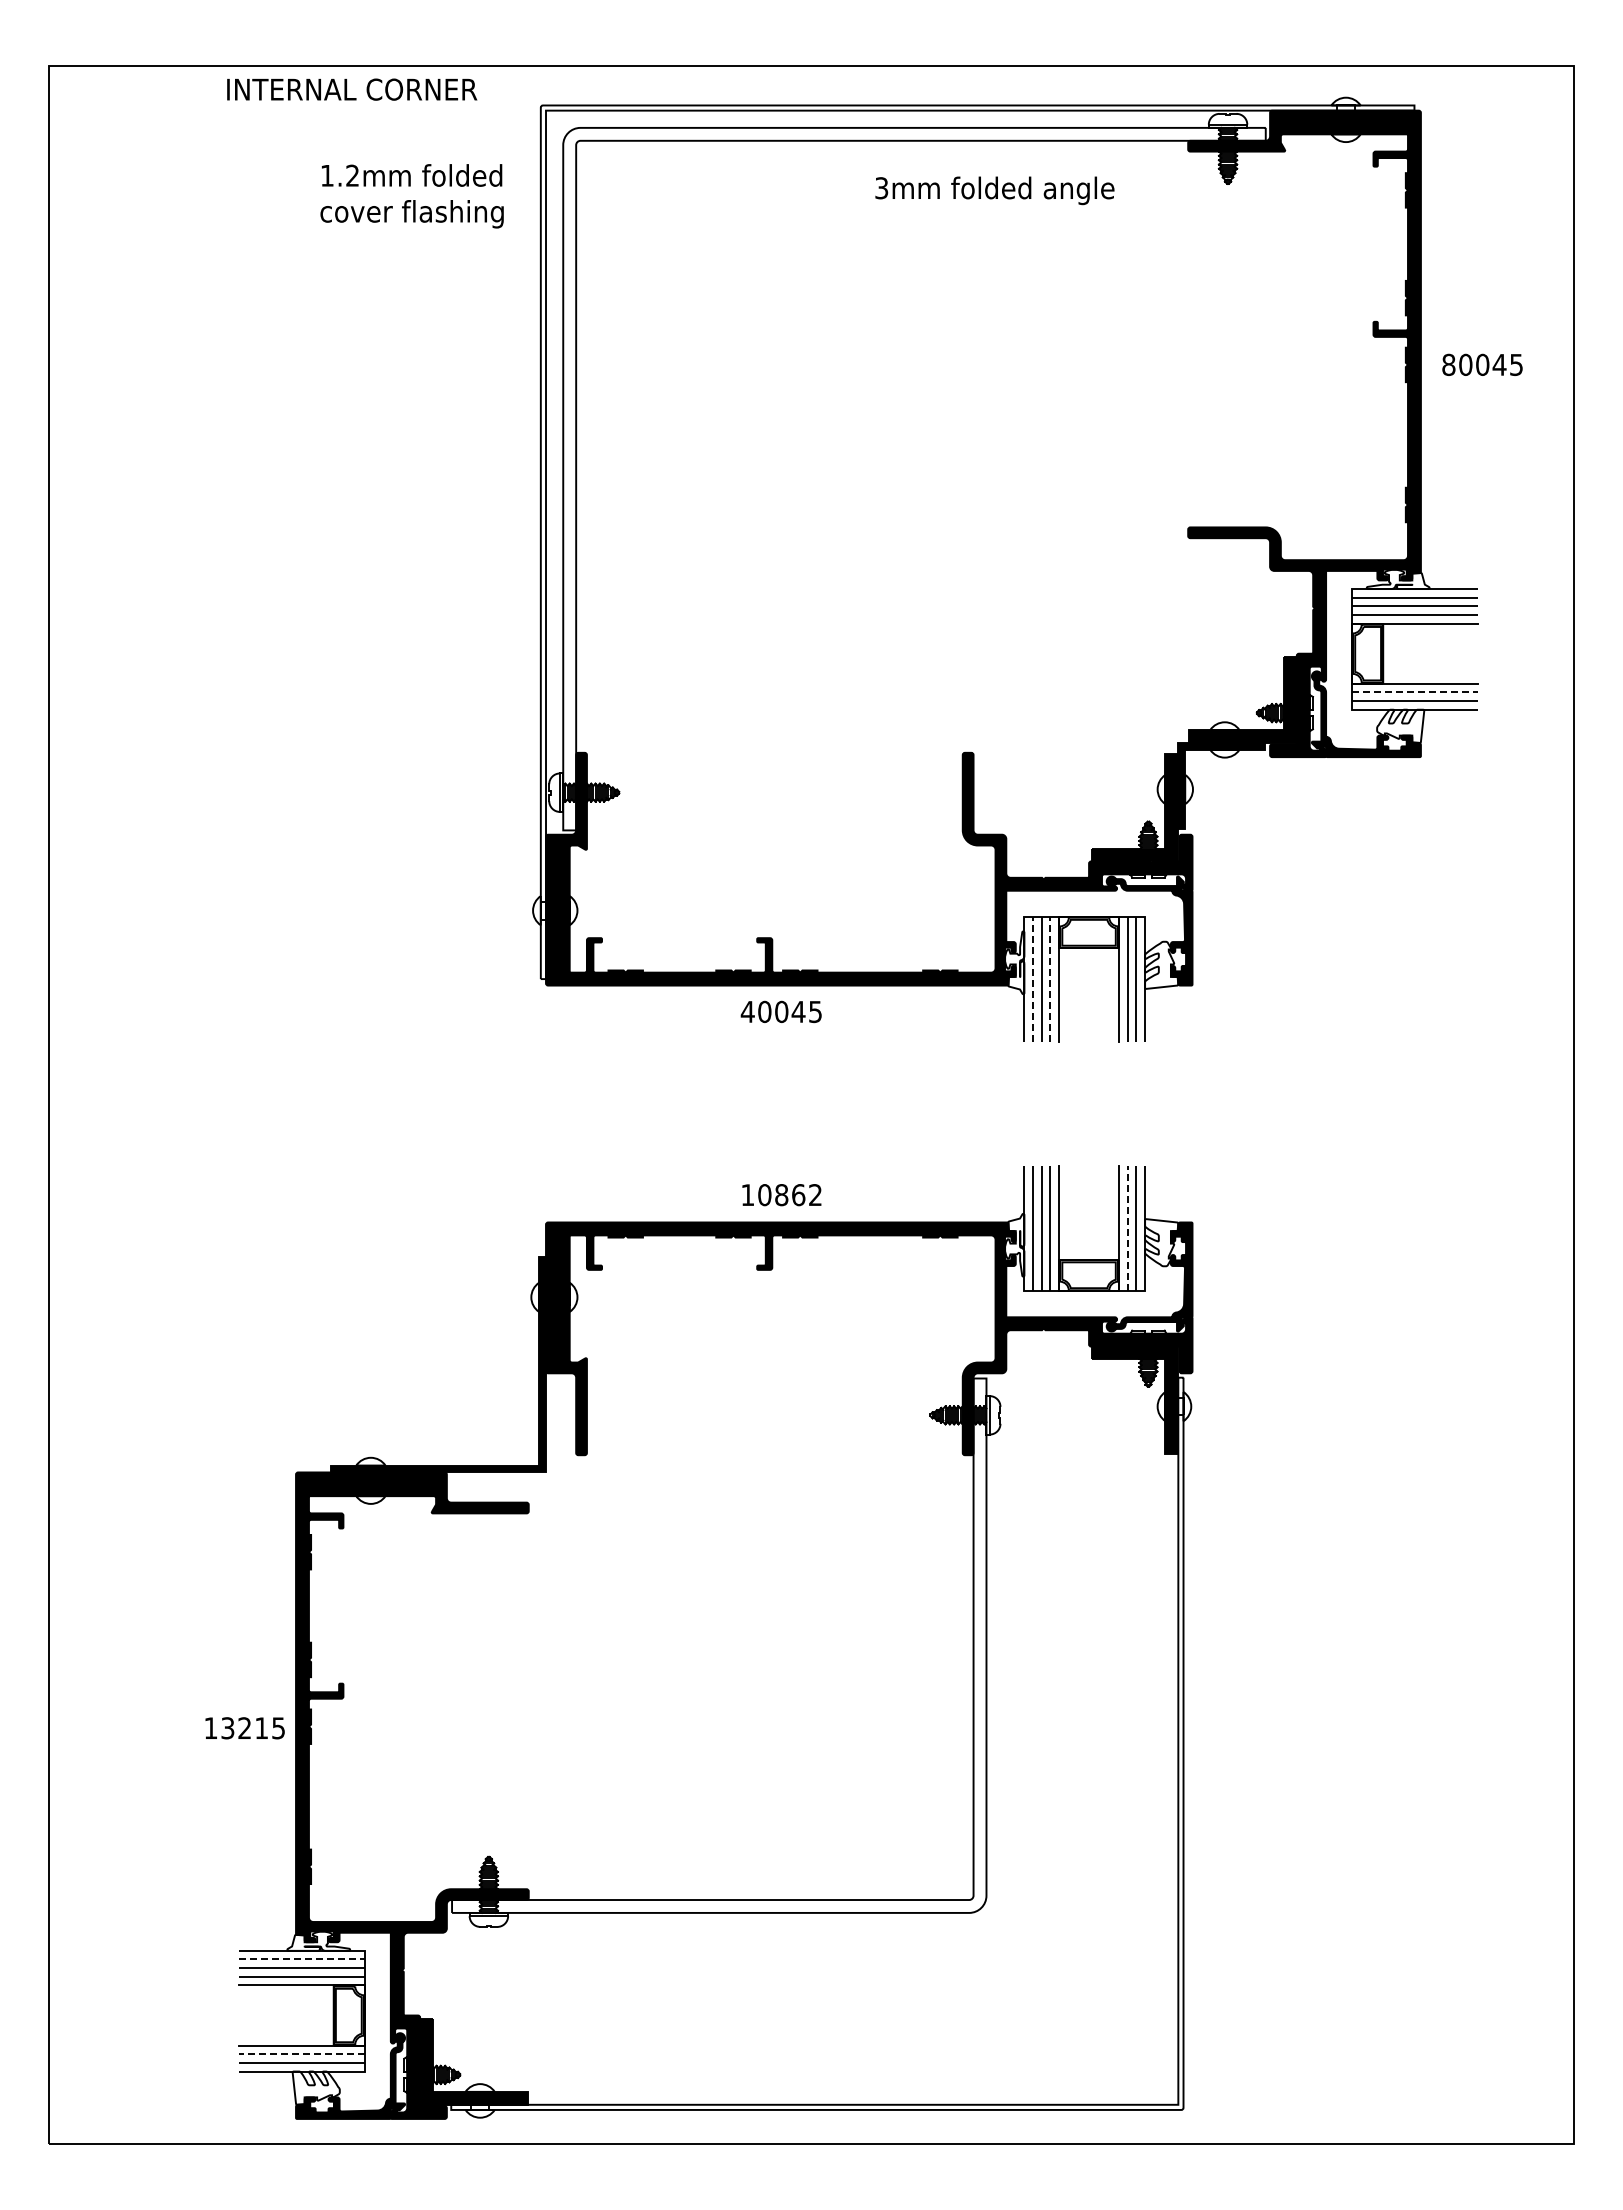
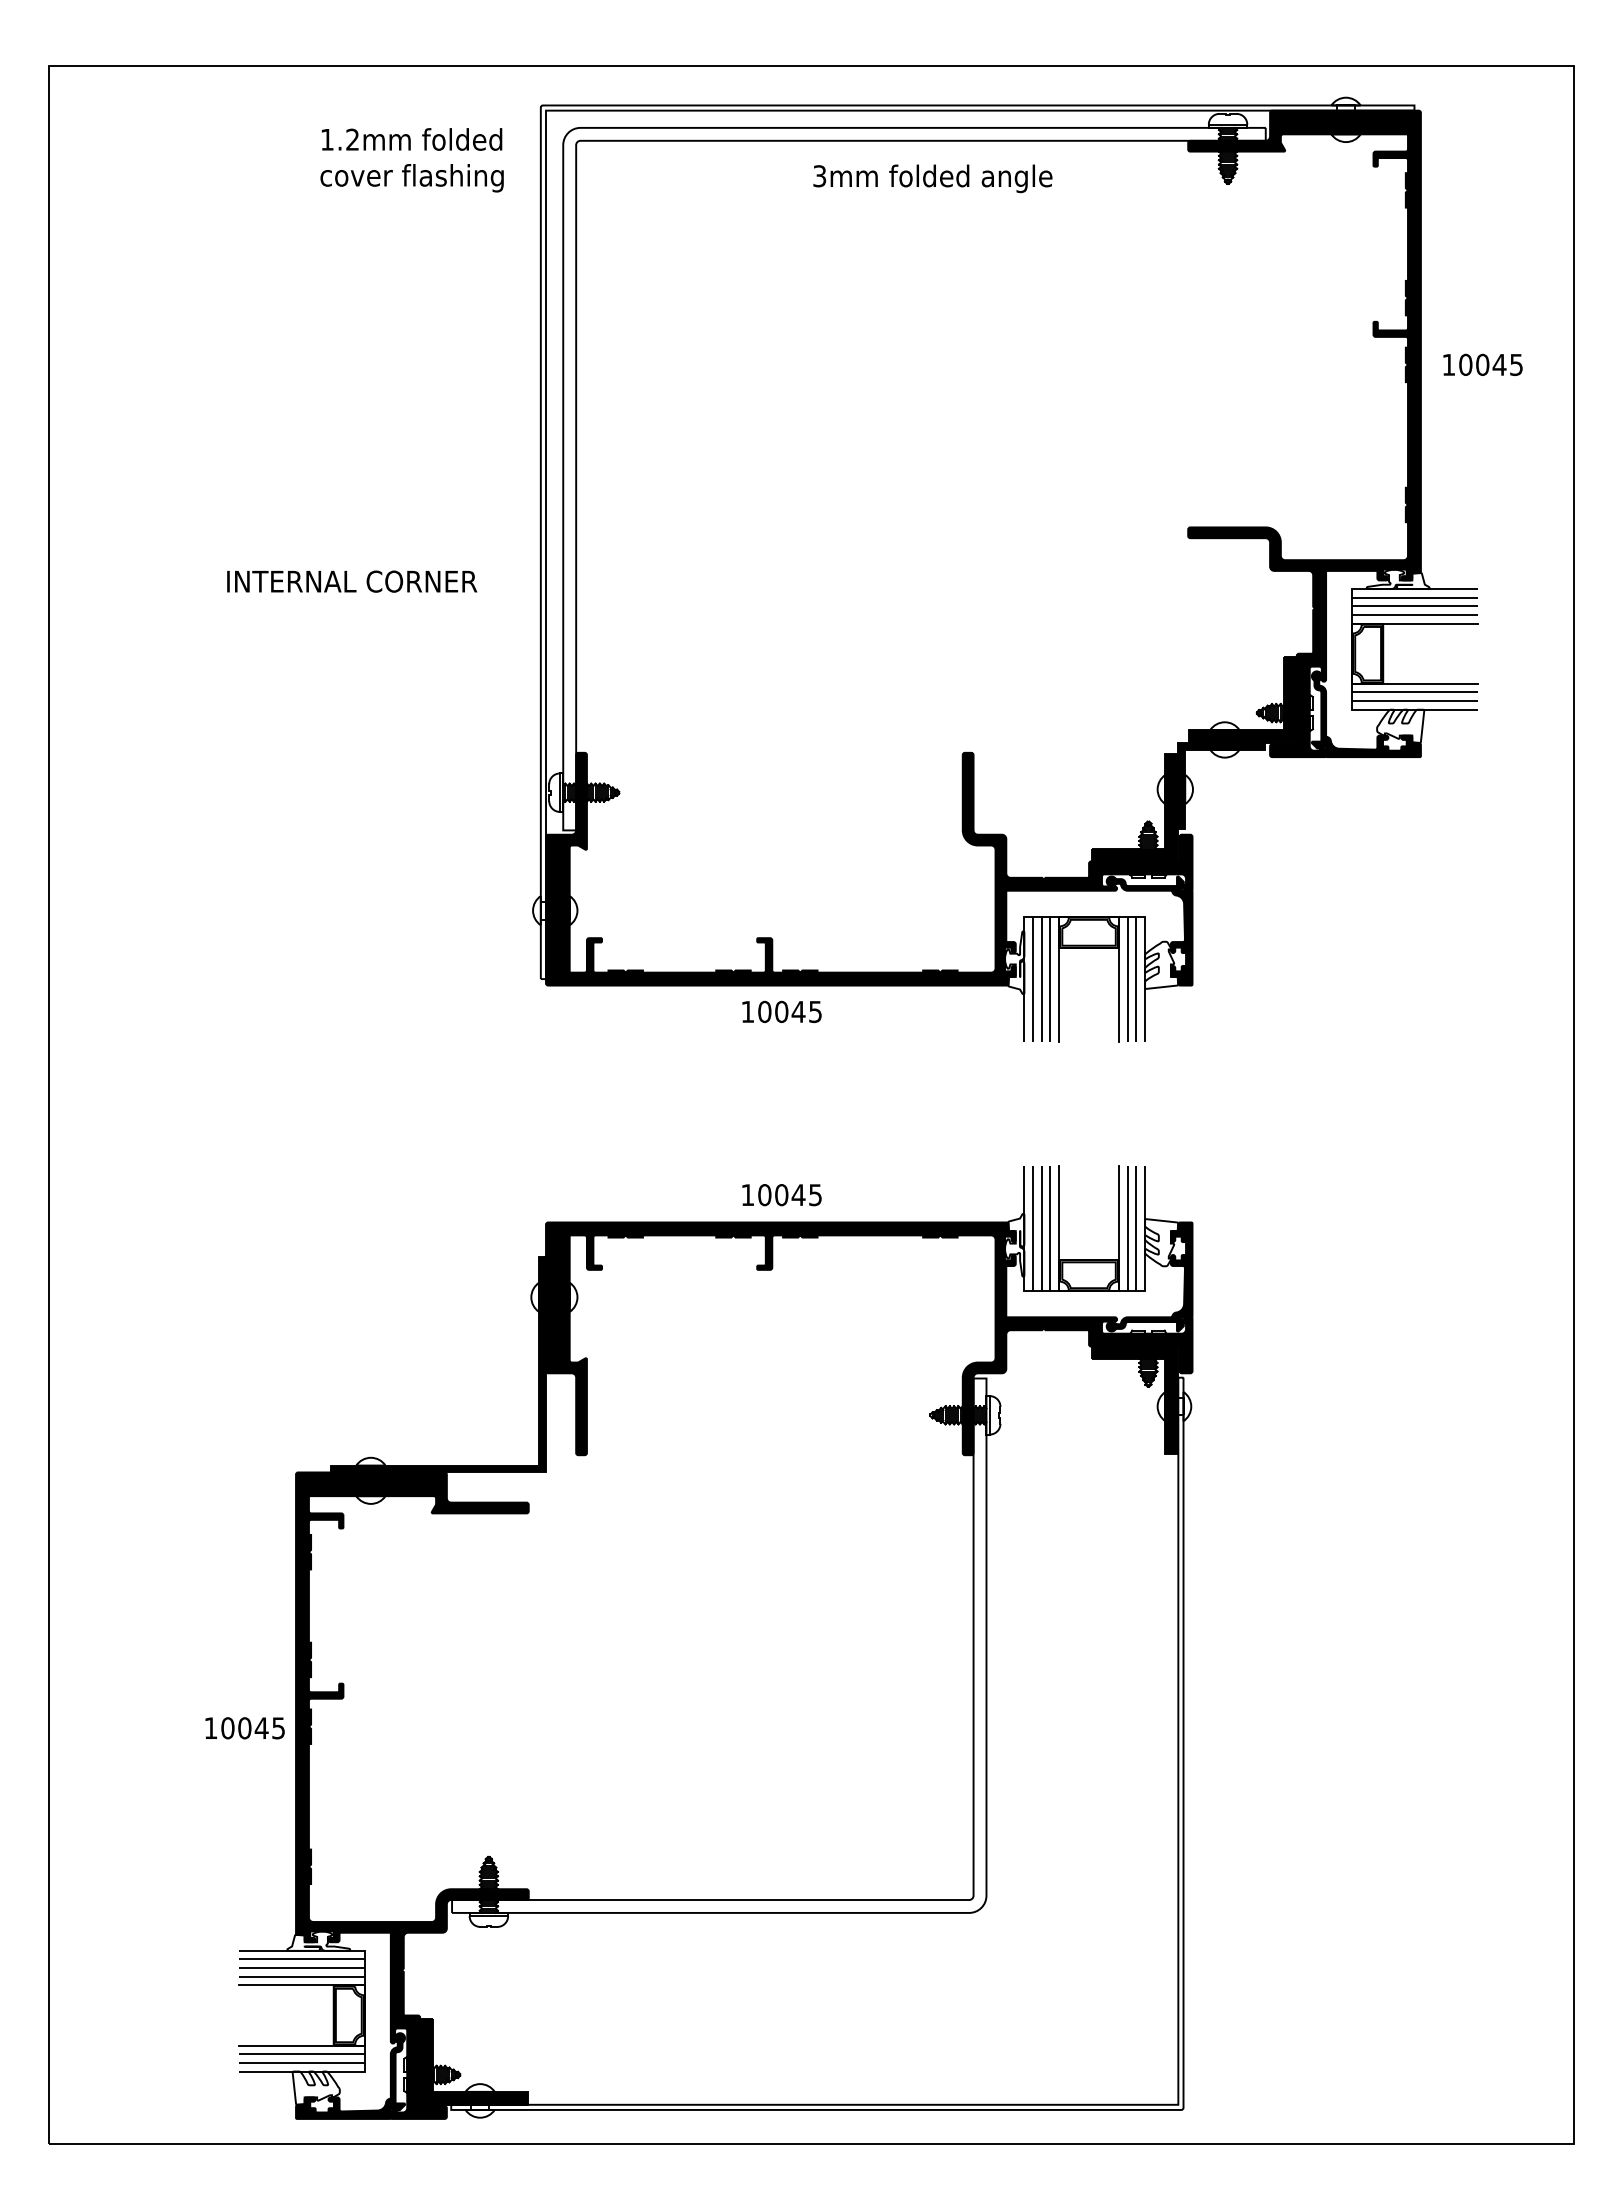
text at (352, 89) position: (352, 89) -> (352, 581)
text at (994, 190) position: (994, 190) -> (932, 178)
text at (411, 196) position: (411, 196) -> (411, 160)
text at (1448, 364): 80045 -> 10045
line at (1414, 692): dashed -> solid
line at (1033, 979): dashed -> solid
line at (1050, 979): dashed -> solid
text at (747, 1011): 40045 -> 10045
text at (798, 1195): 10862 -> 10045
line at (1127, 1228): dashed -> solid
text at (244, 1728): 13215 -> 10045
line at (302, 1959): dashed -> solid
line at (302, 2054): dashed -> solid
